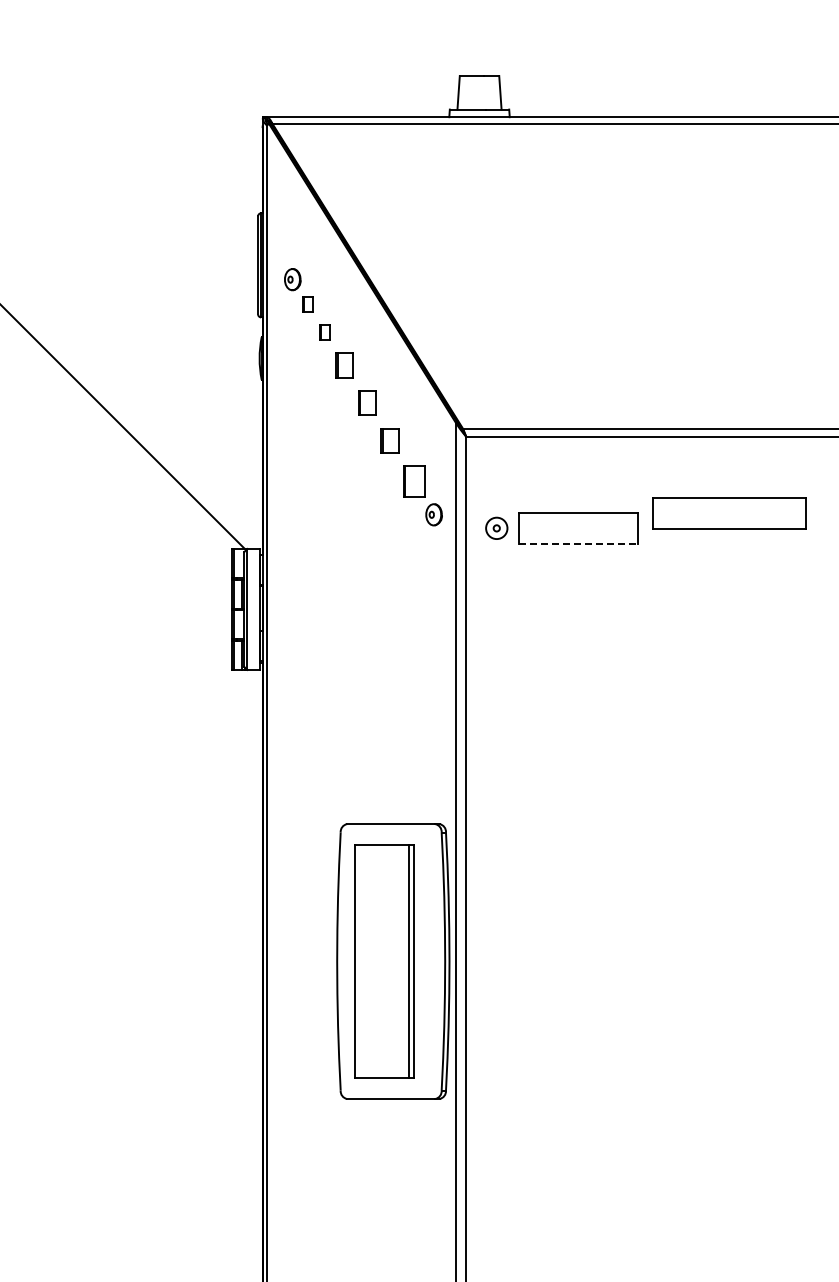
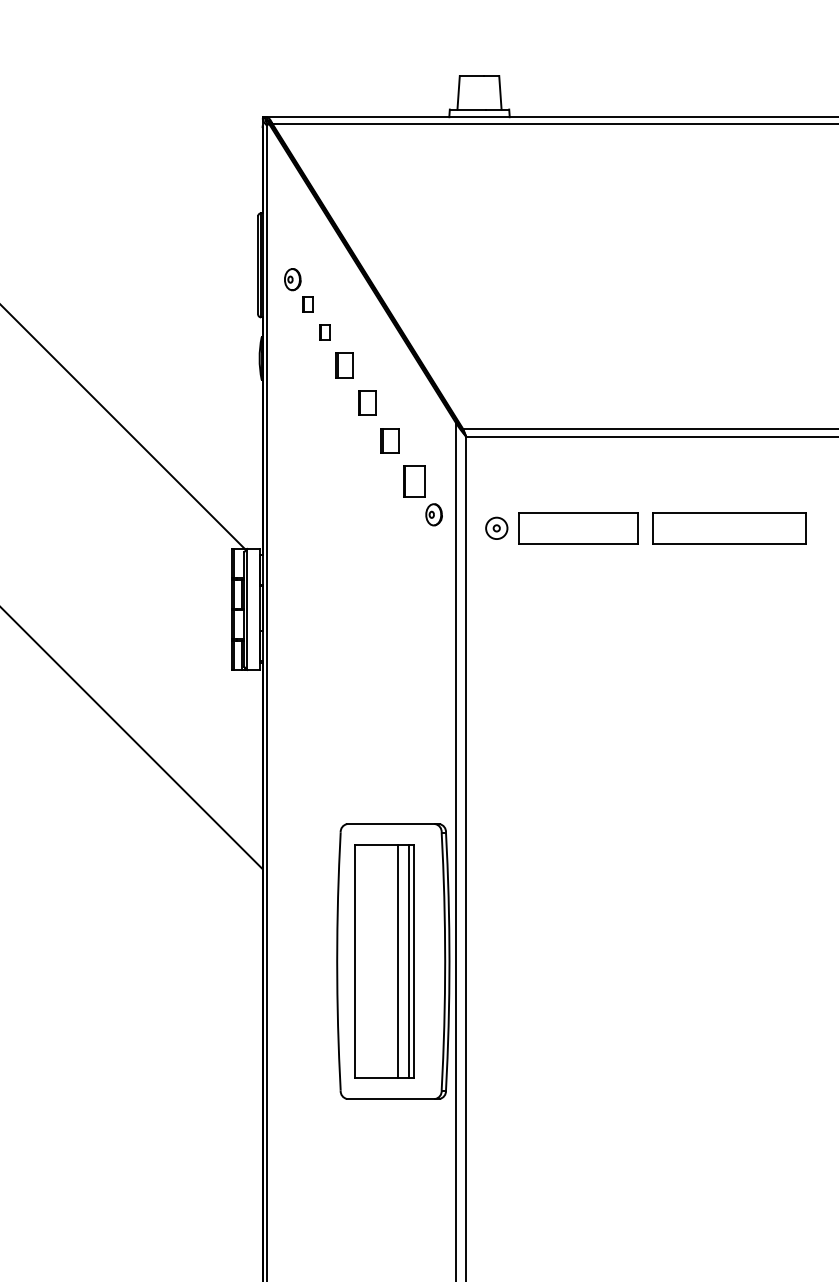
part at (729, 513) position: (729, 513) -> (729, 528)
line at (578, 543): dashed -> solid
line at (132, 738): none -> present
line at (397, 961): none -> present
